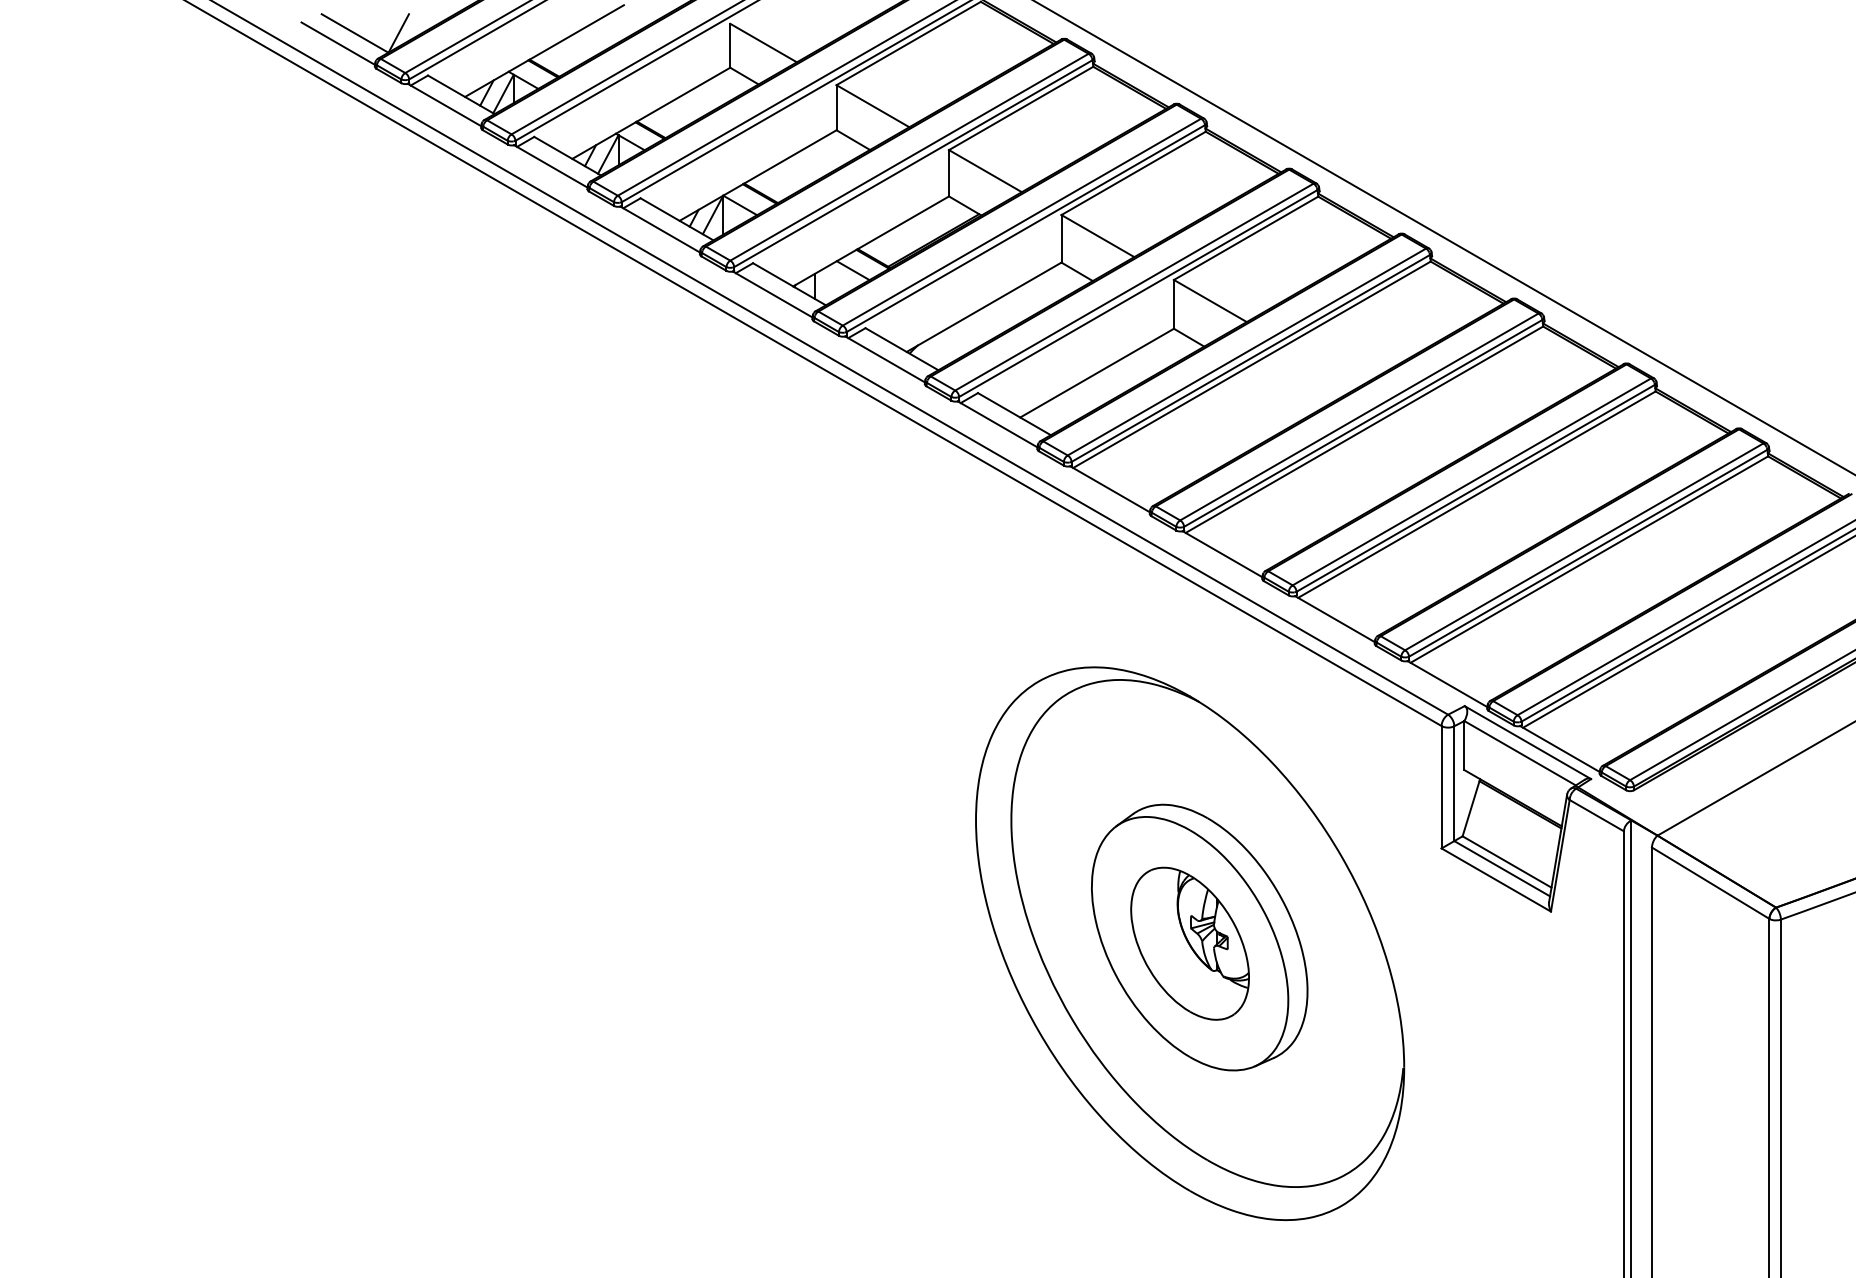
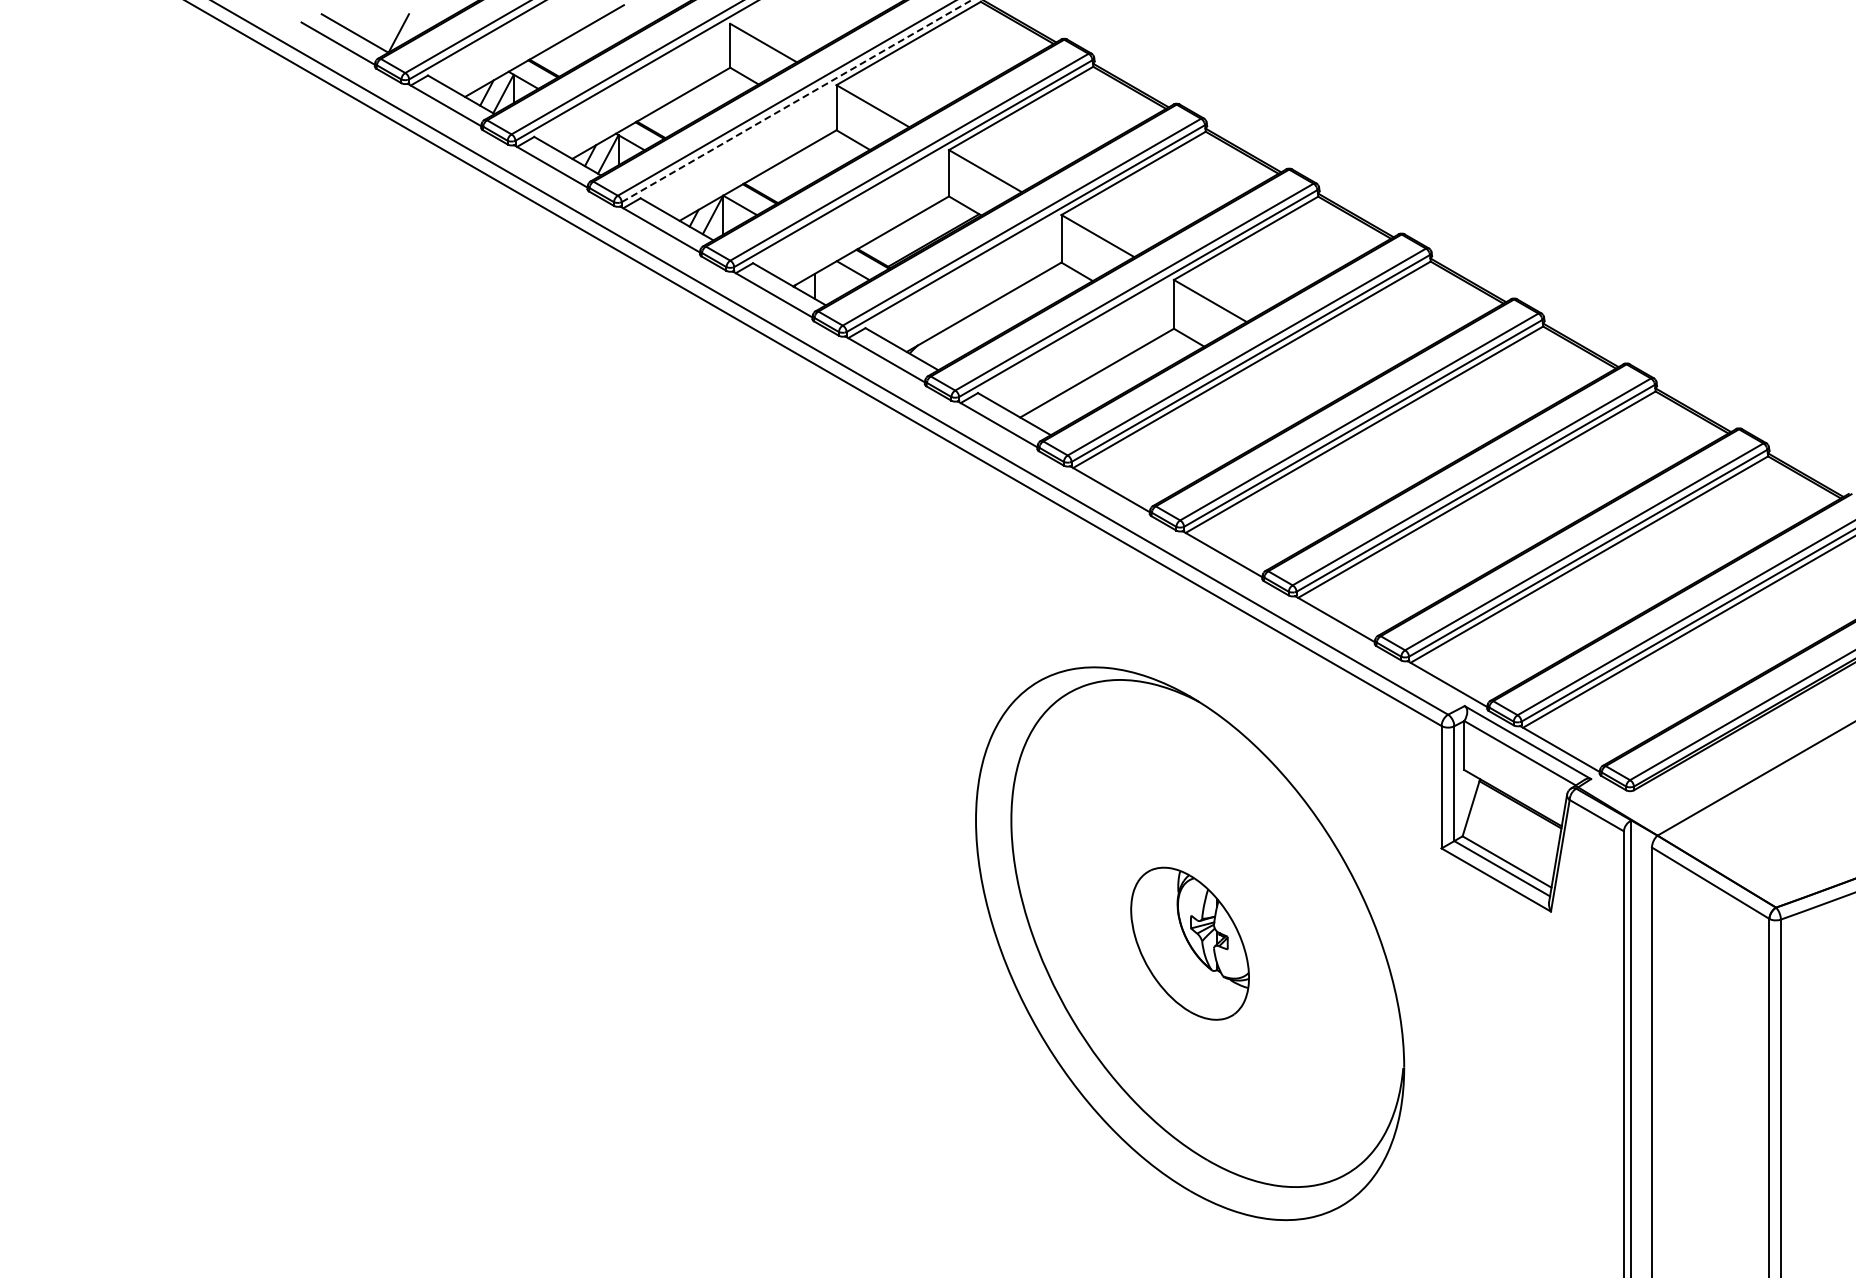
line at (796, 101): solid -> dashed
line at (1444, 237): present -> none
part at (1199, 937): present -> none
